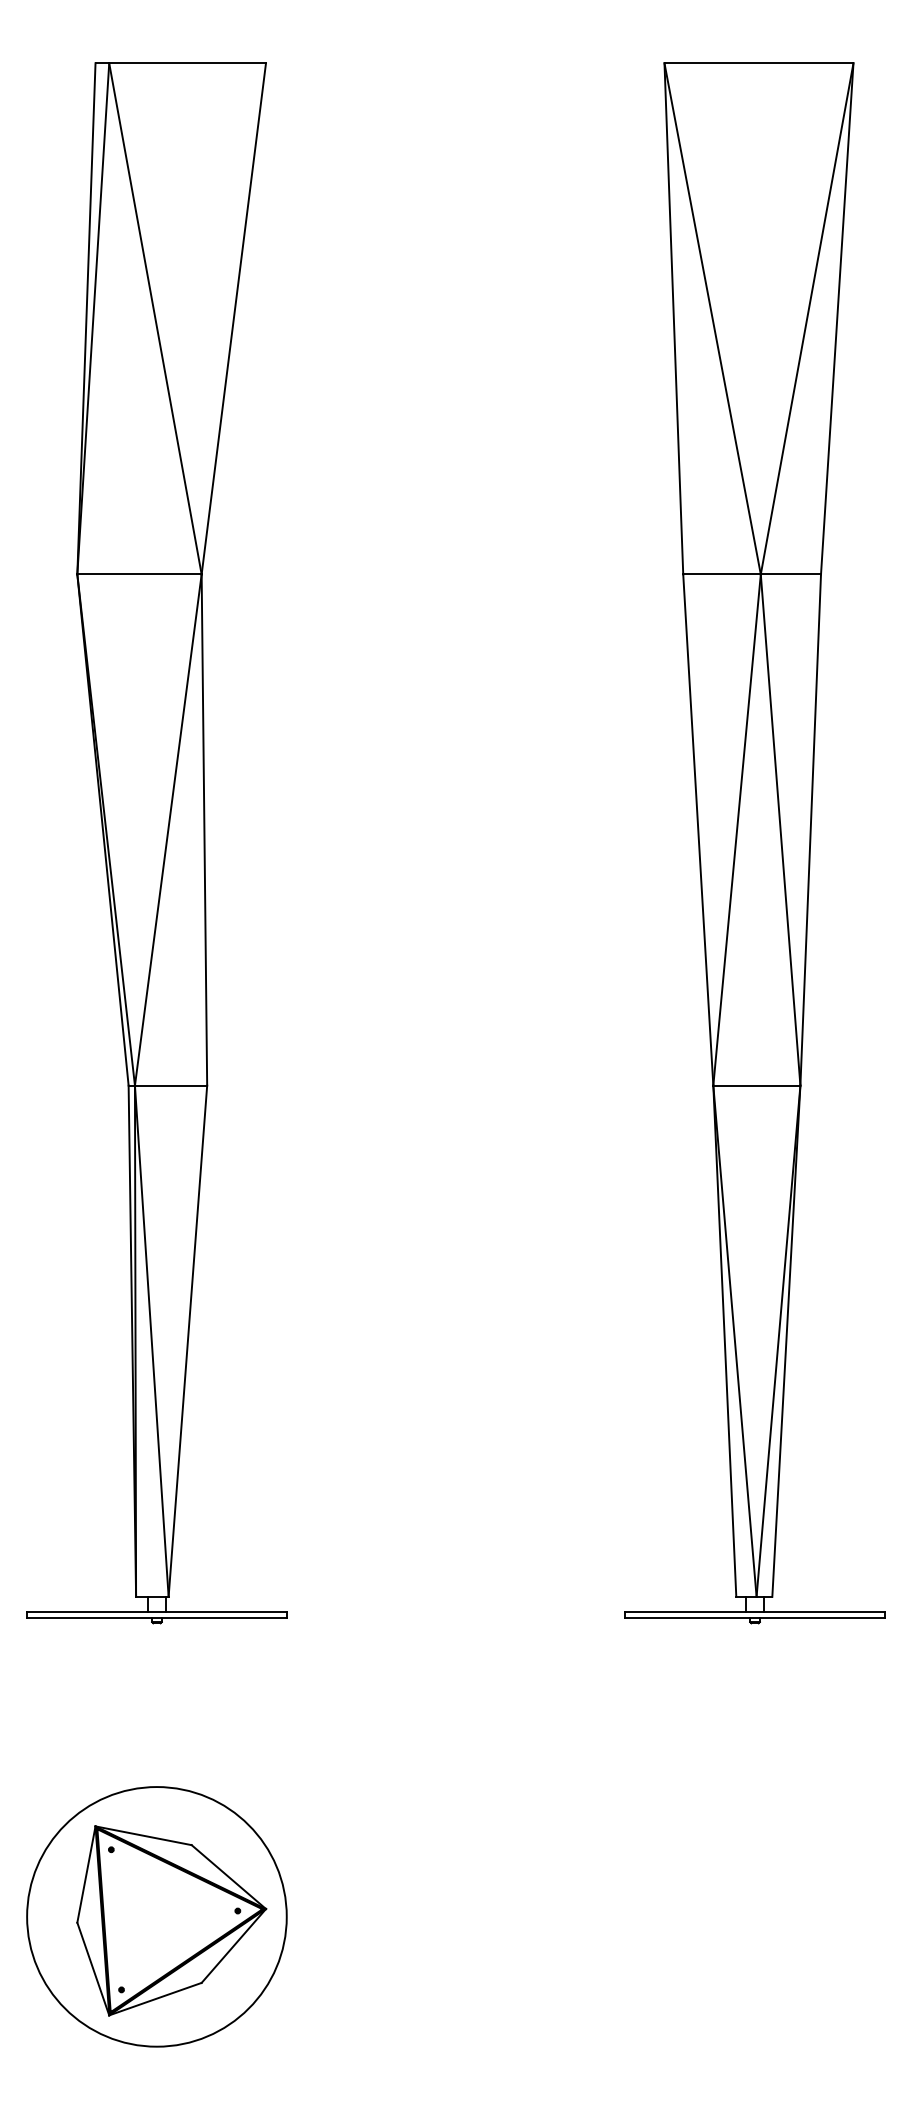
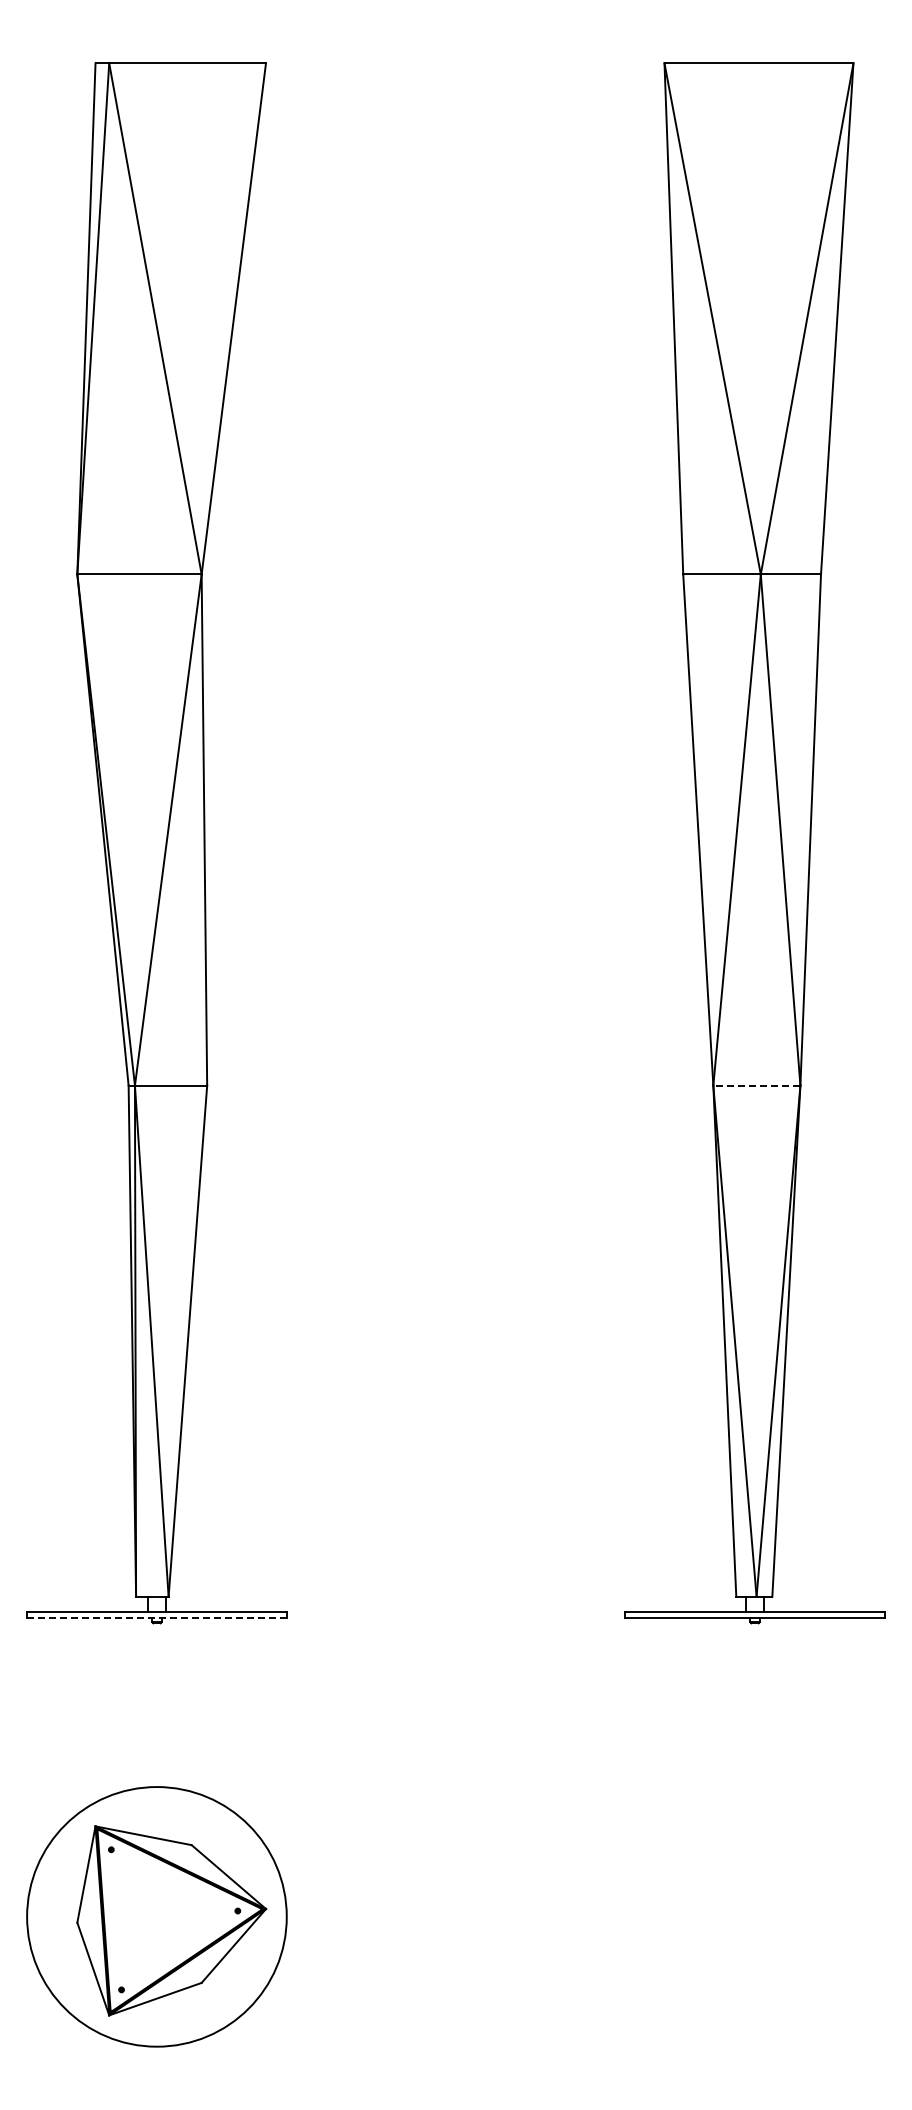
line at (756, 1085): solid -> dashed
line at (156, 1618): solid -> dashed
